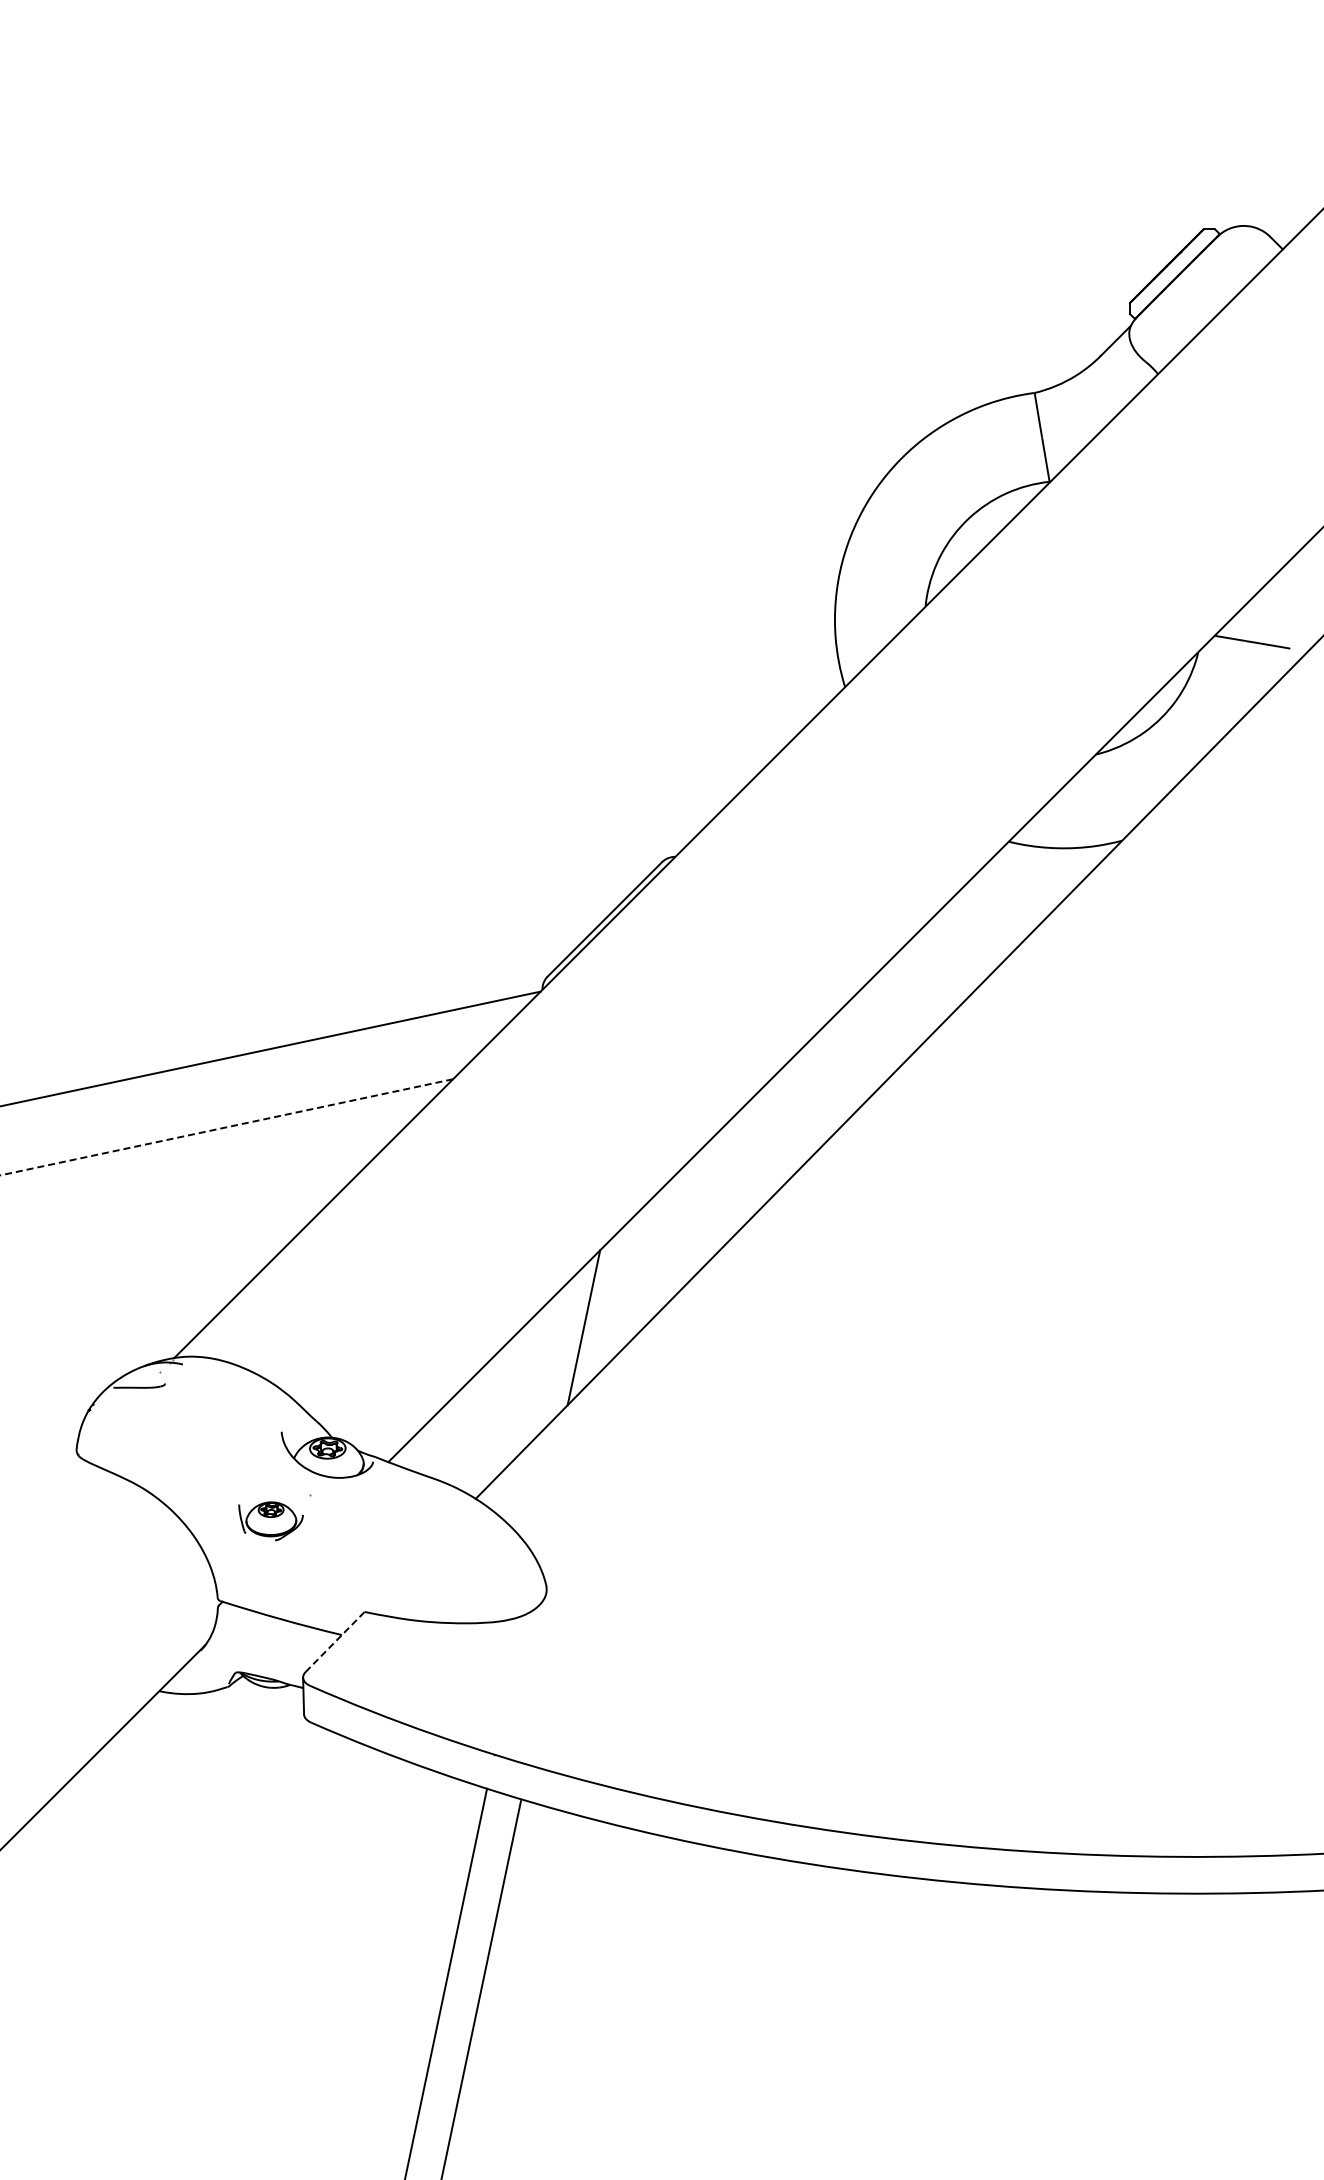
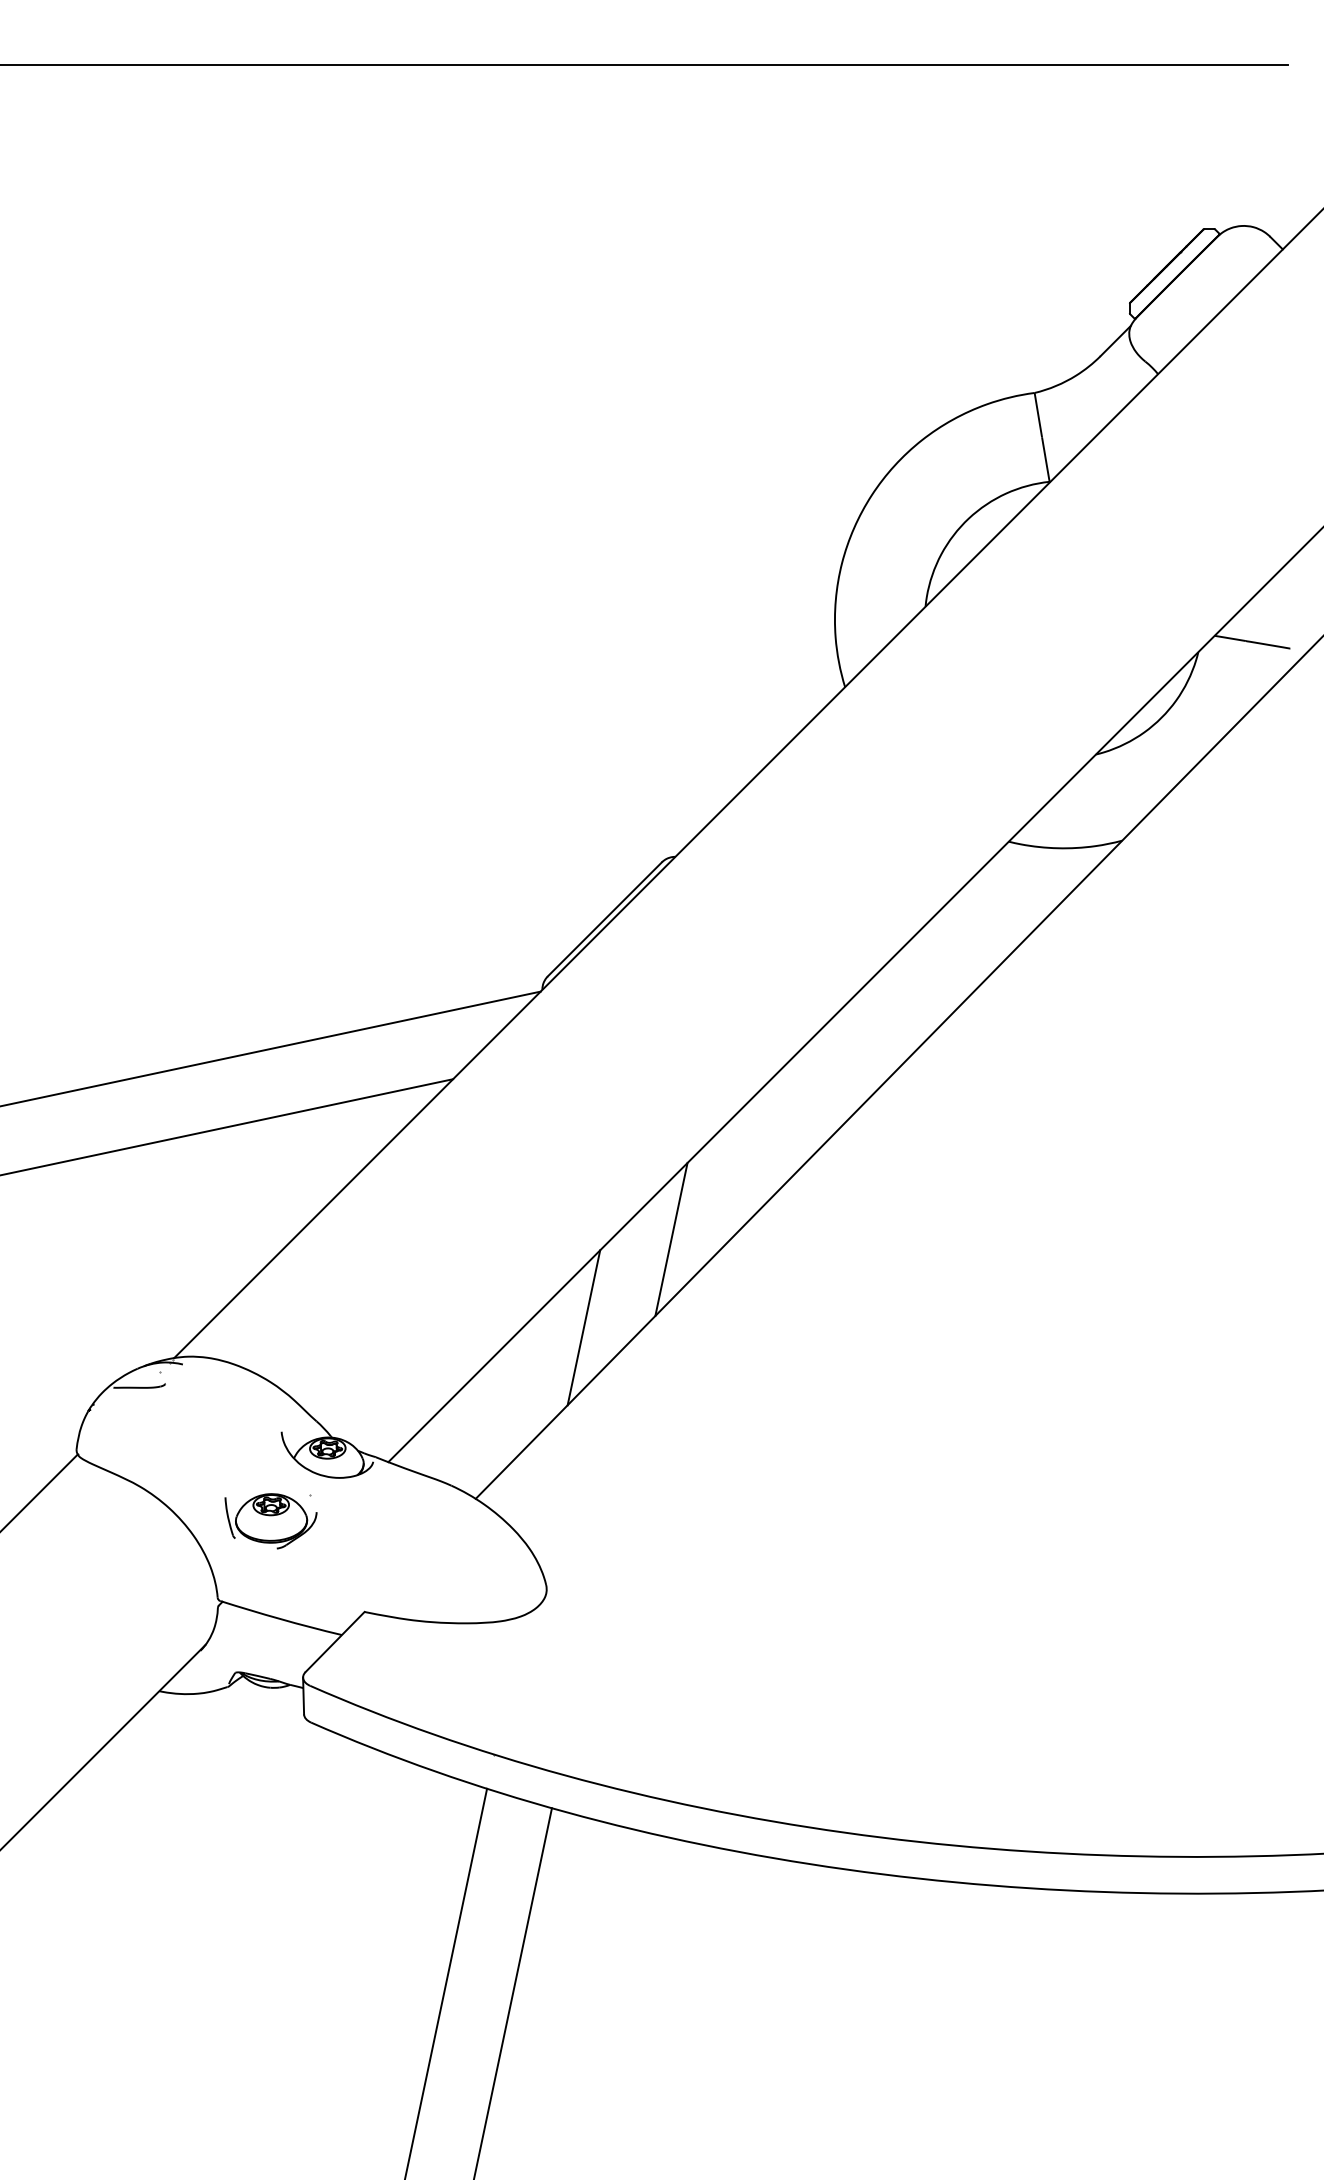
line at (644, 65): none -> present
line at (226, 1127): dashed -> solid
line at (671, 1238): none -> present
line at (39, 1492): none -> present
part at (270, 1521) size: 66x41 px -> 94x57 px
line at (335, 1641): dashed -> solid
line at (481, 1988) position: (481, 1988) -> (512, 1992)
